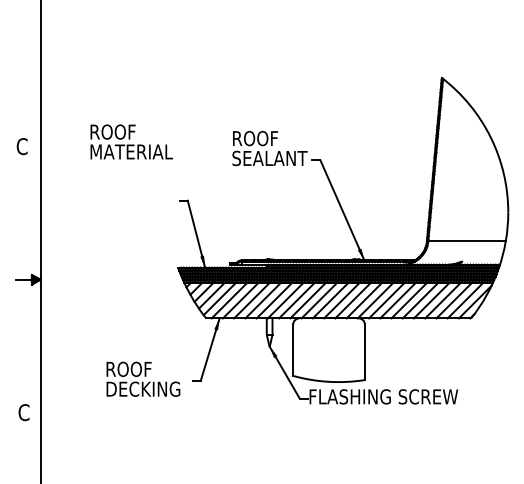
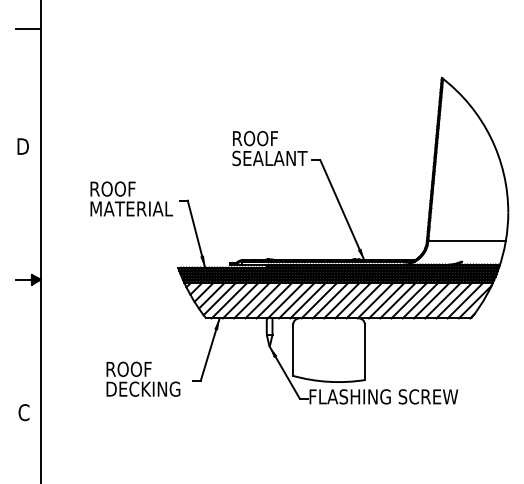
line at (27, 29): none -> present
text at (131, 141) position: (131, 141) -> (131, 198)
text at (22, 146): C -> D
